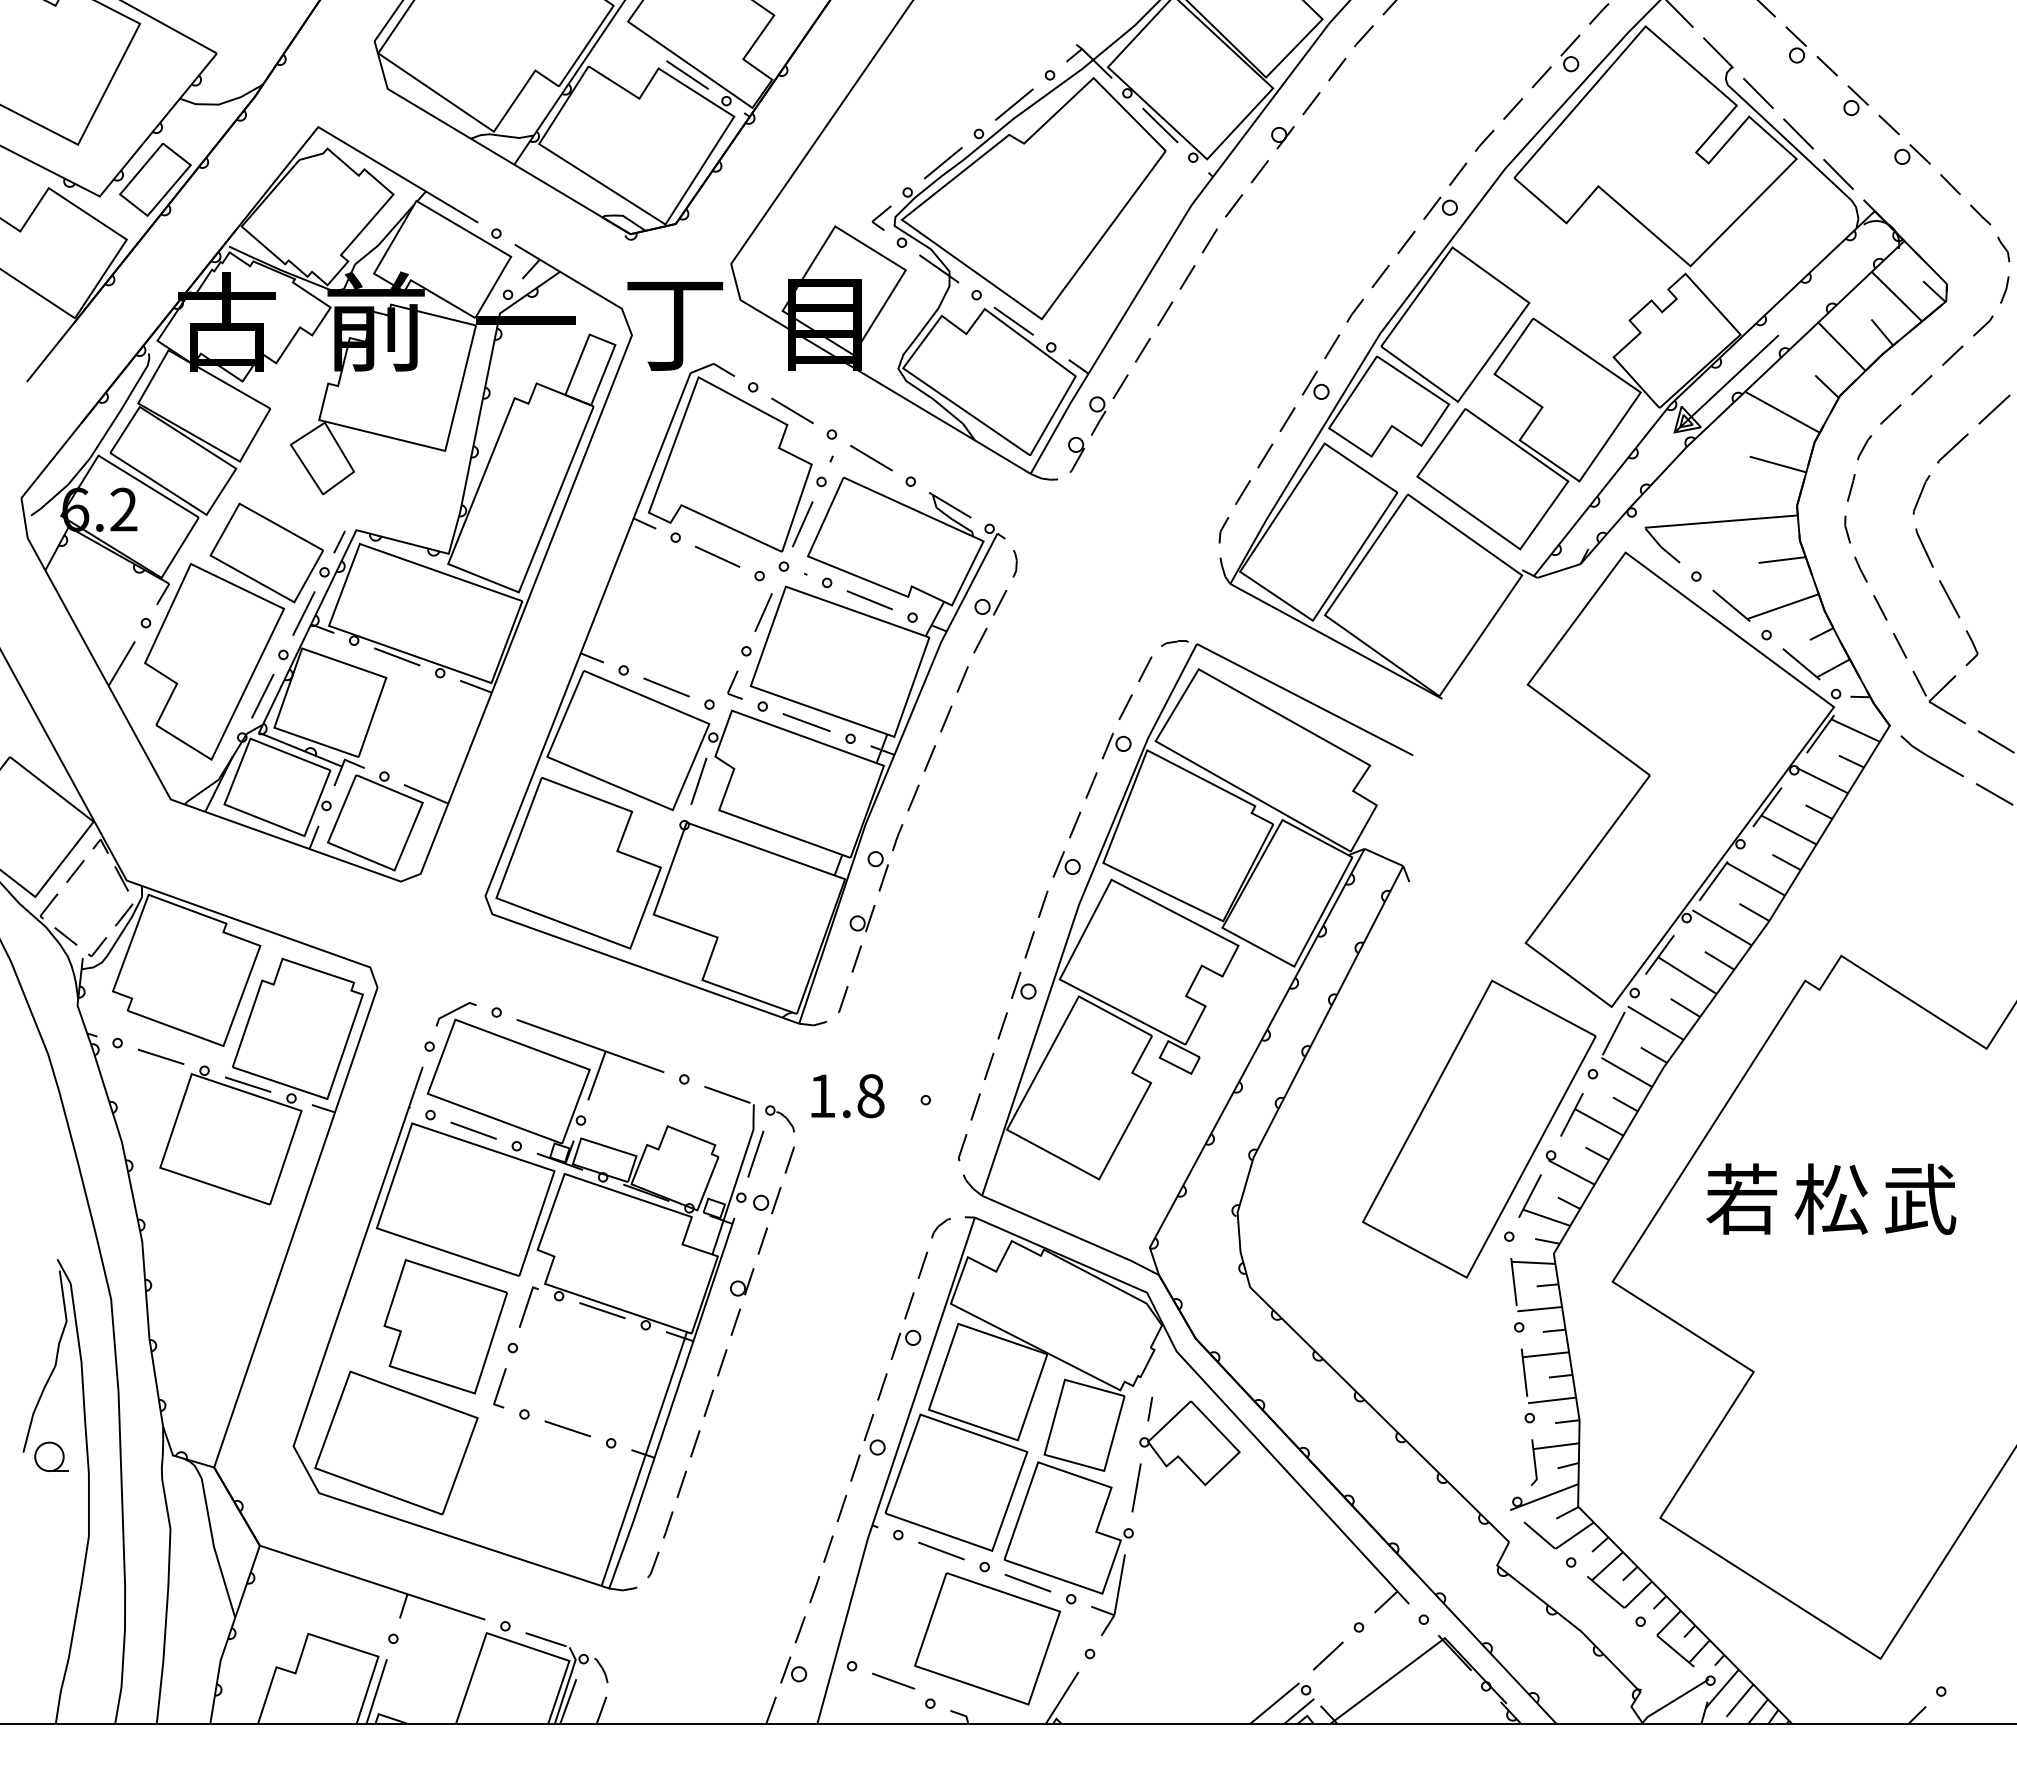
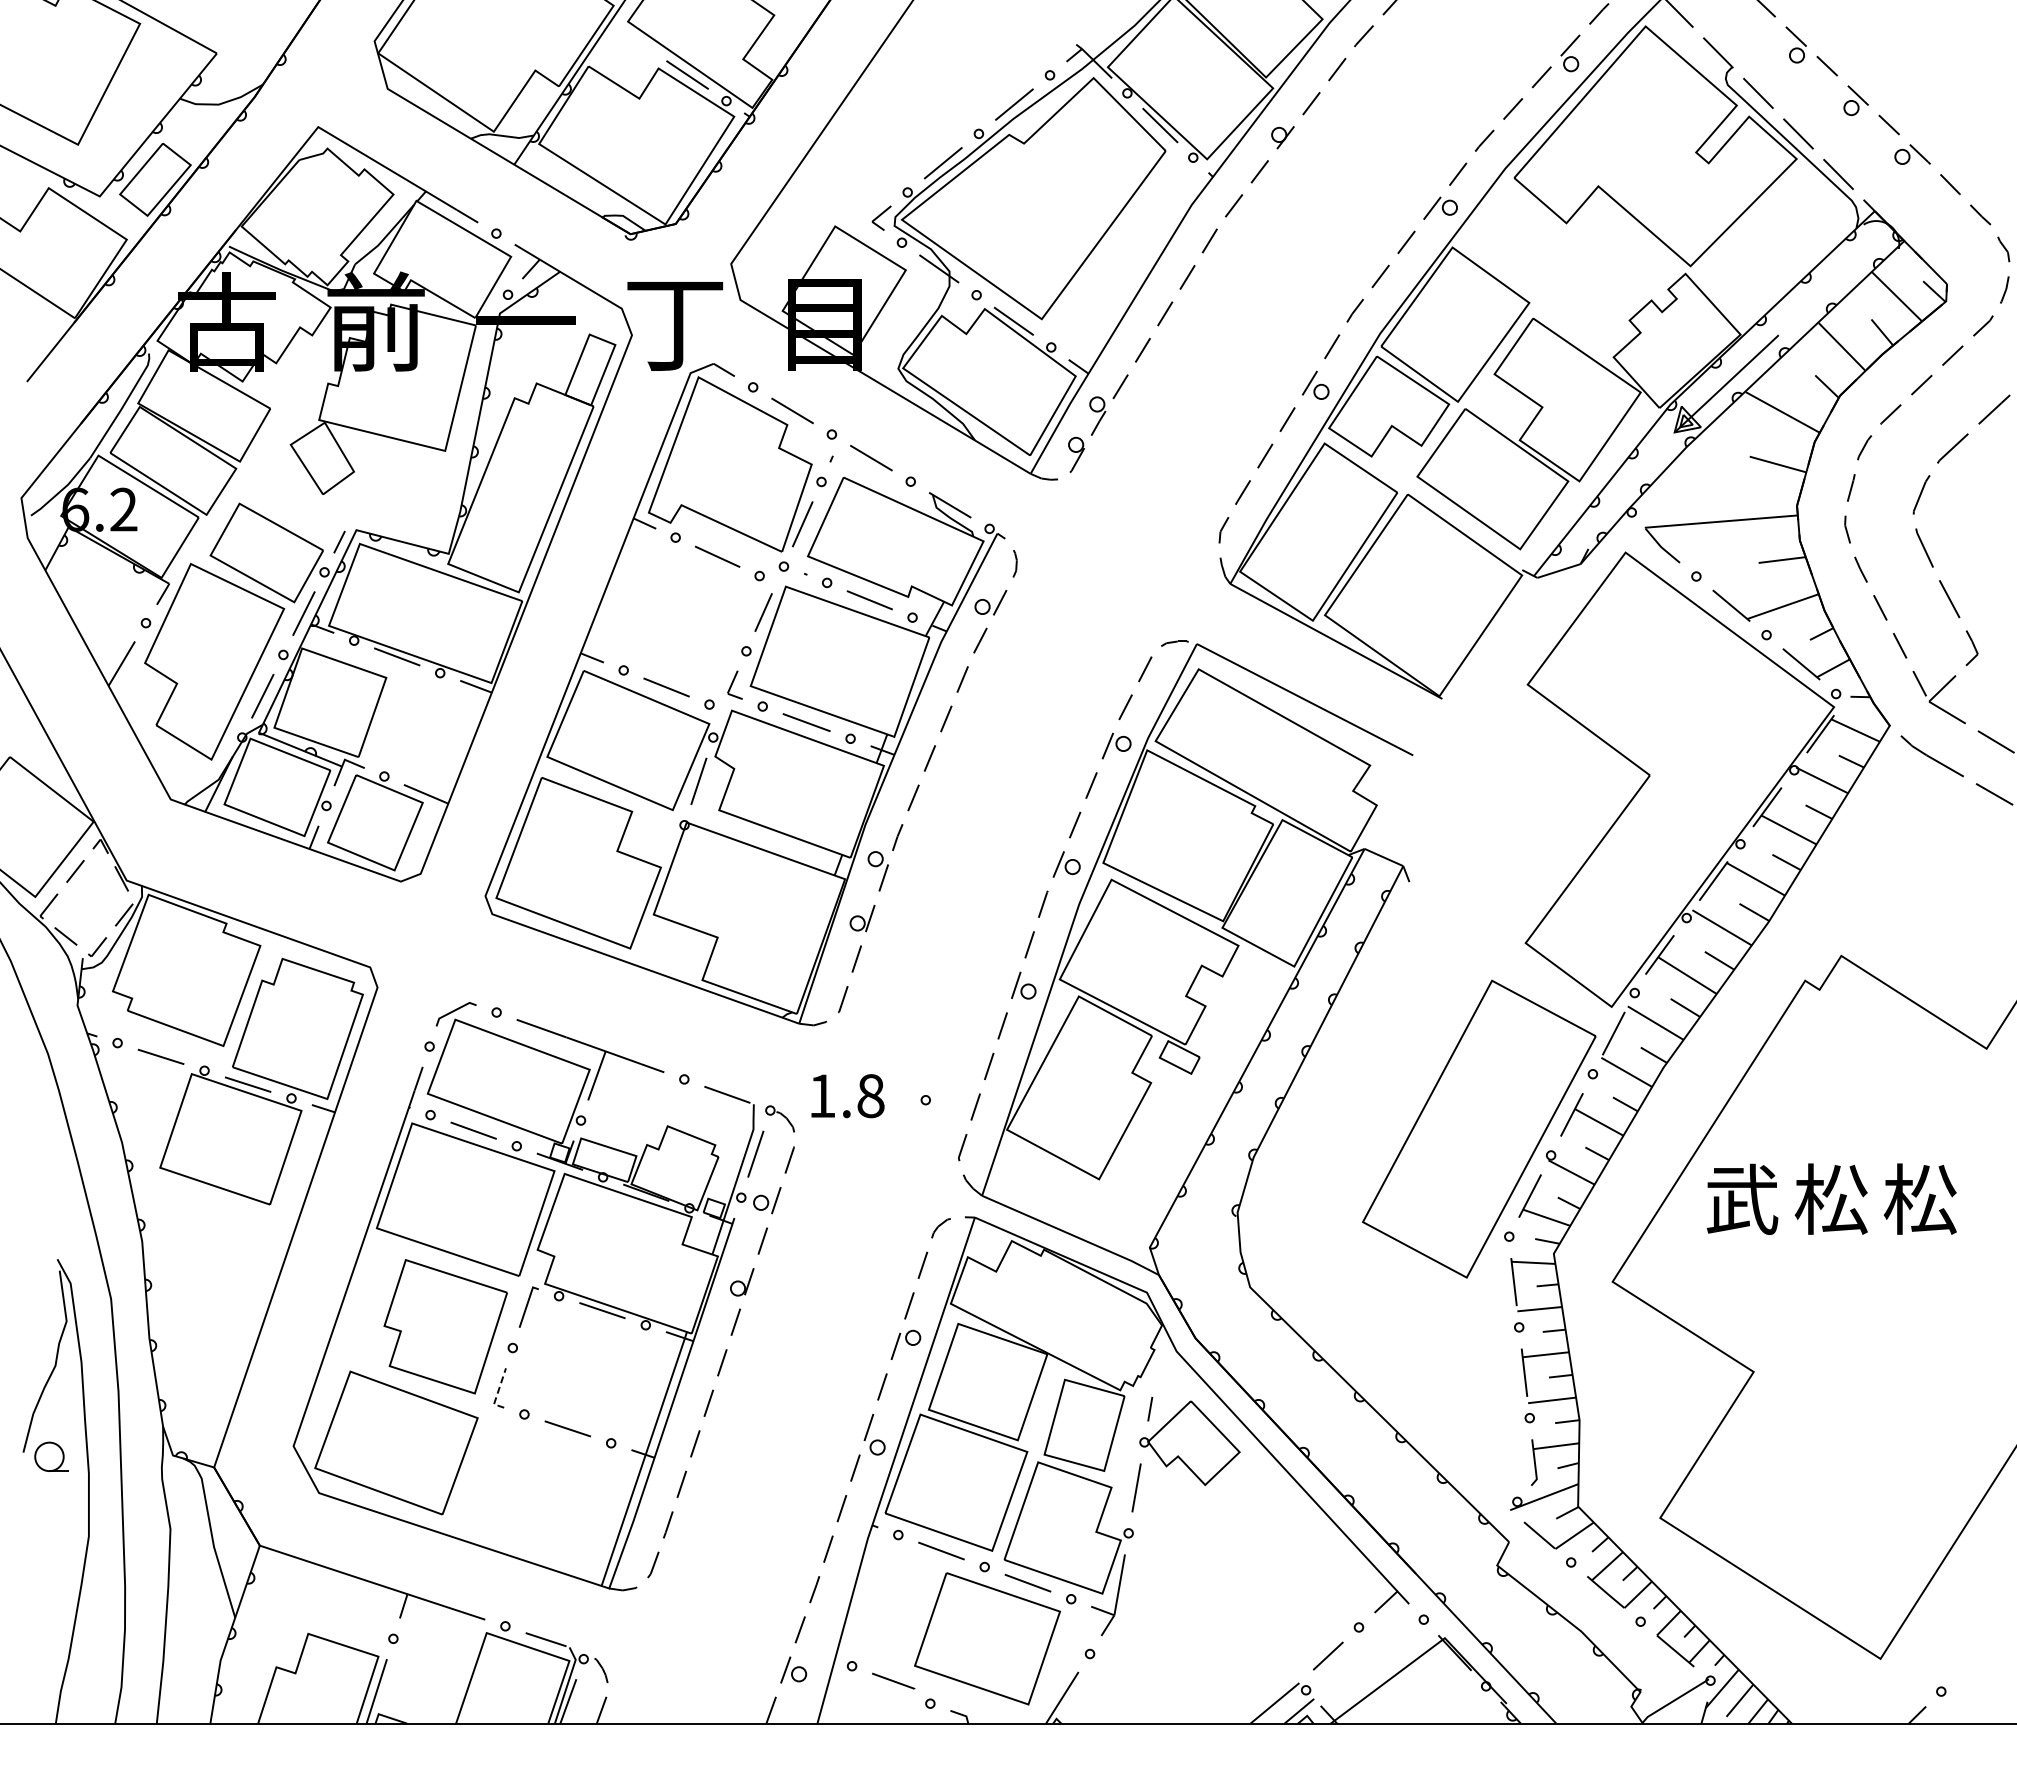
text at (1742, 1198): 若 -> 武
text at (1919, 1198): 武 -> 松
line at (498, 1392): solid -> dashed
